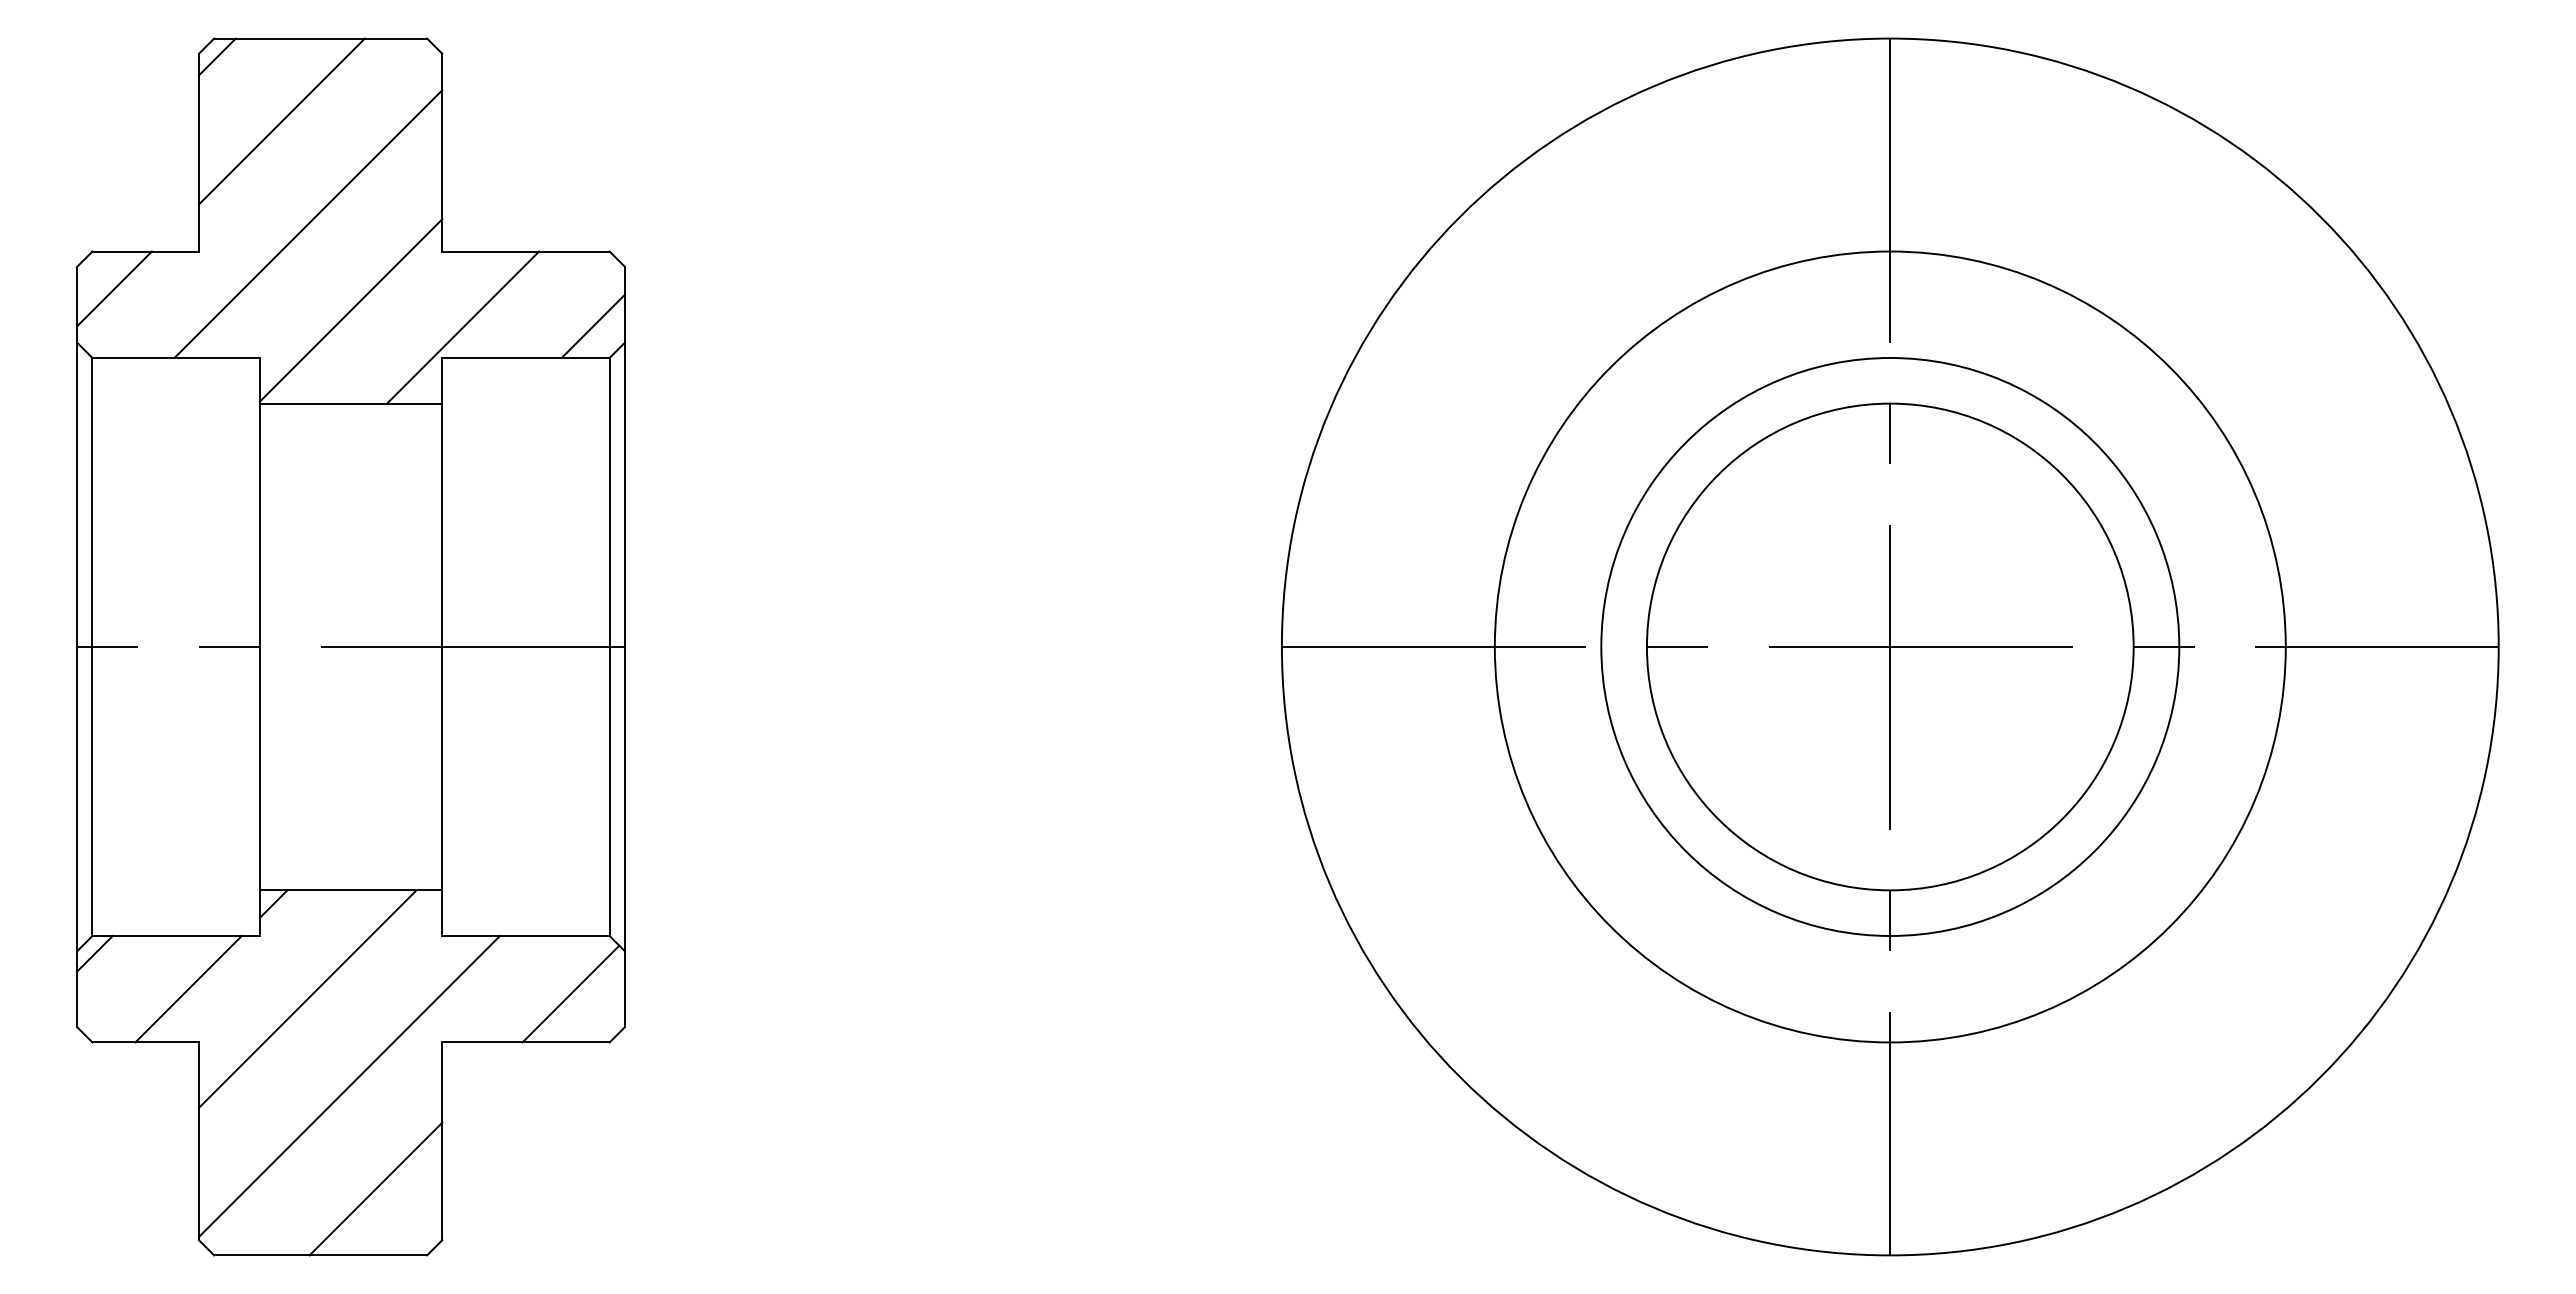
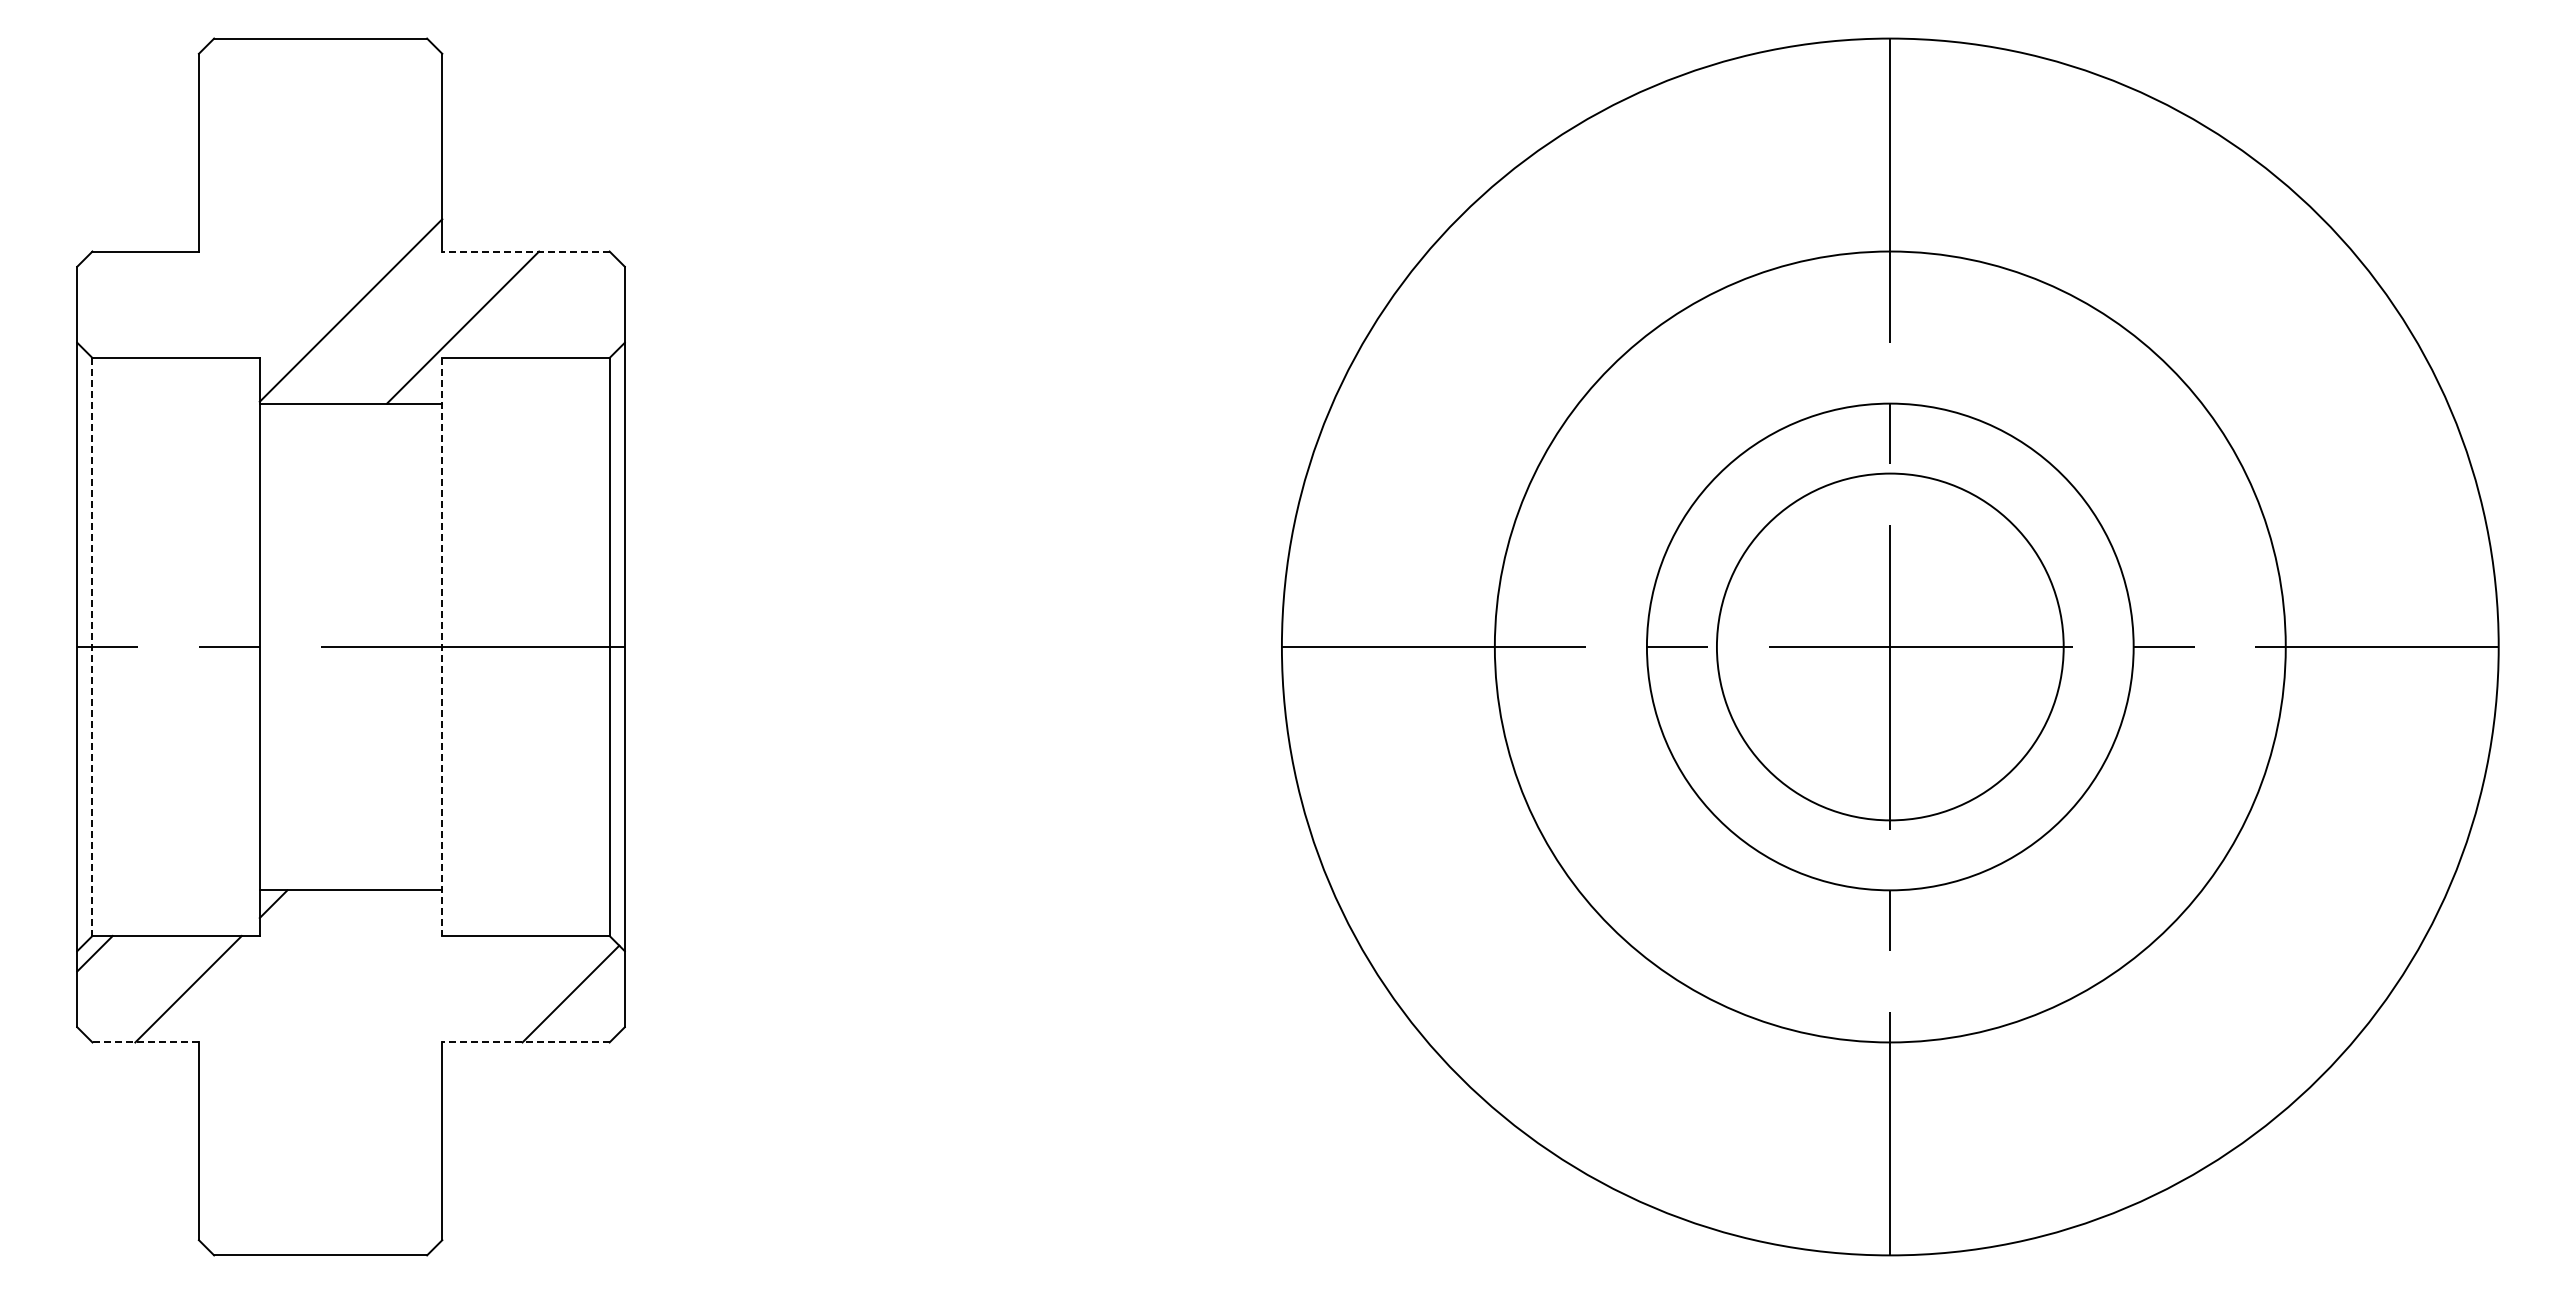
line at (216, 56): present -> none
line at (281, 121): present -> none
line at (308, 224): present -> none
line at (525, 251): solid -> dashed
line at (114, 288): present -> none
line at (592, 326): present -> none
line at (92, 646): solid -> dashed
line at (442, 646): solid -> dashed
circle at (1890, 646) diameter: 578 px -> 347 px
line at (307, 998): present -> none
line at (145, 1042): solid -> dashed
line at (525, 1042): solid -> dashed
line at (348, 1085): present -> none
line at (375, 1188): present -> none
